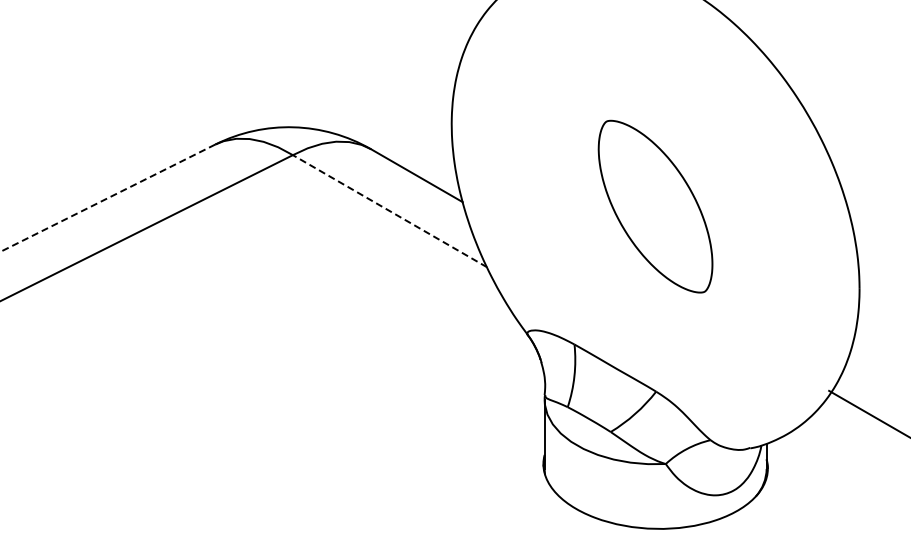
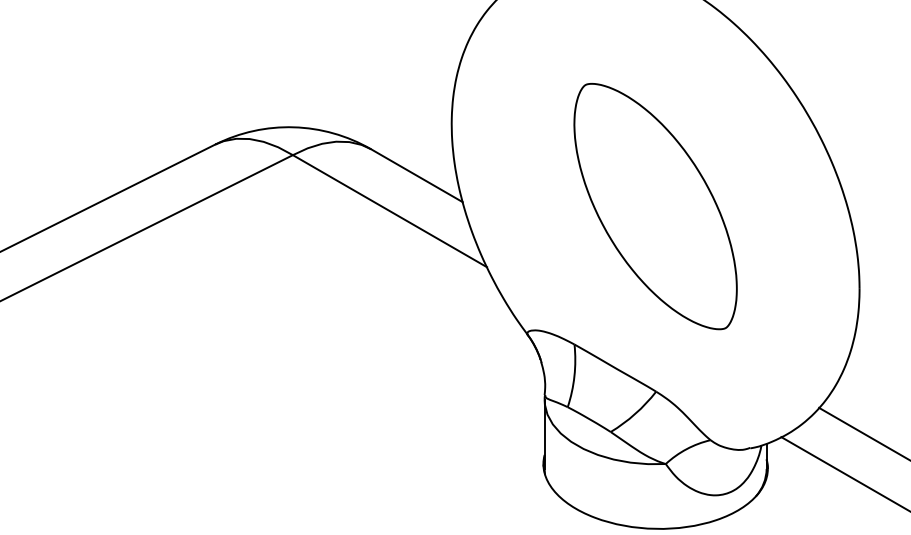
line at (108, 198): dashed -> solid
part at (655, 206) size: 117x175 px -> 165x248 px
line at (389, 210): dashed -> solid
line at (868, 412) position: (868, 412) -> (863, 433)
line at (844, 473): none -> present
